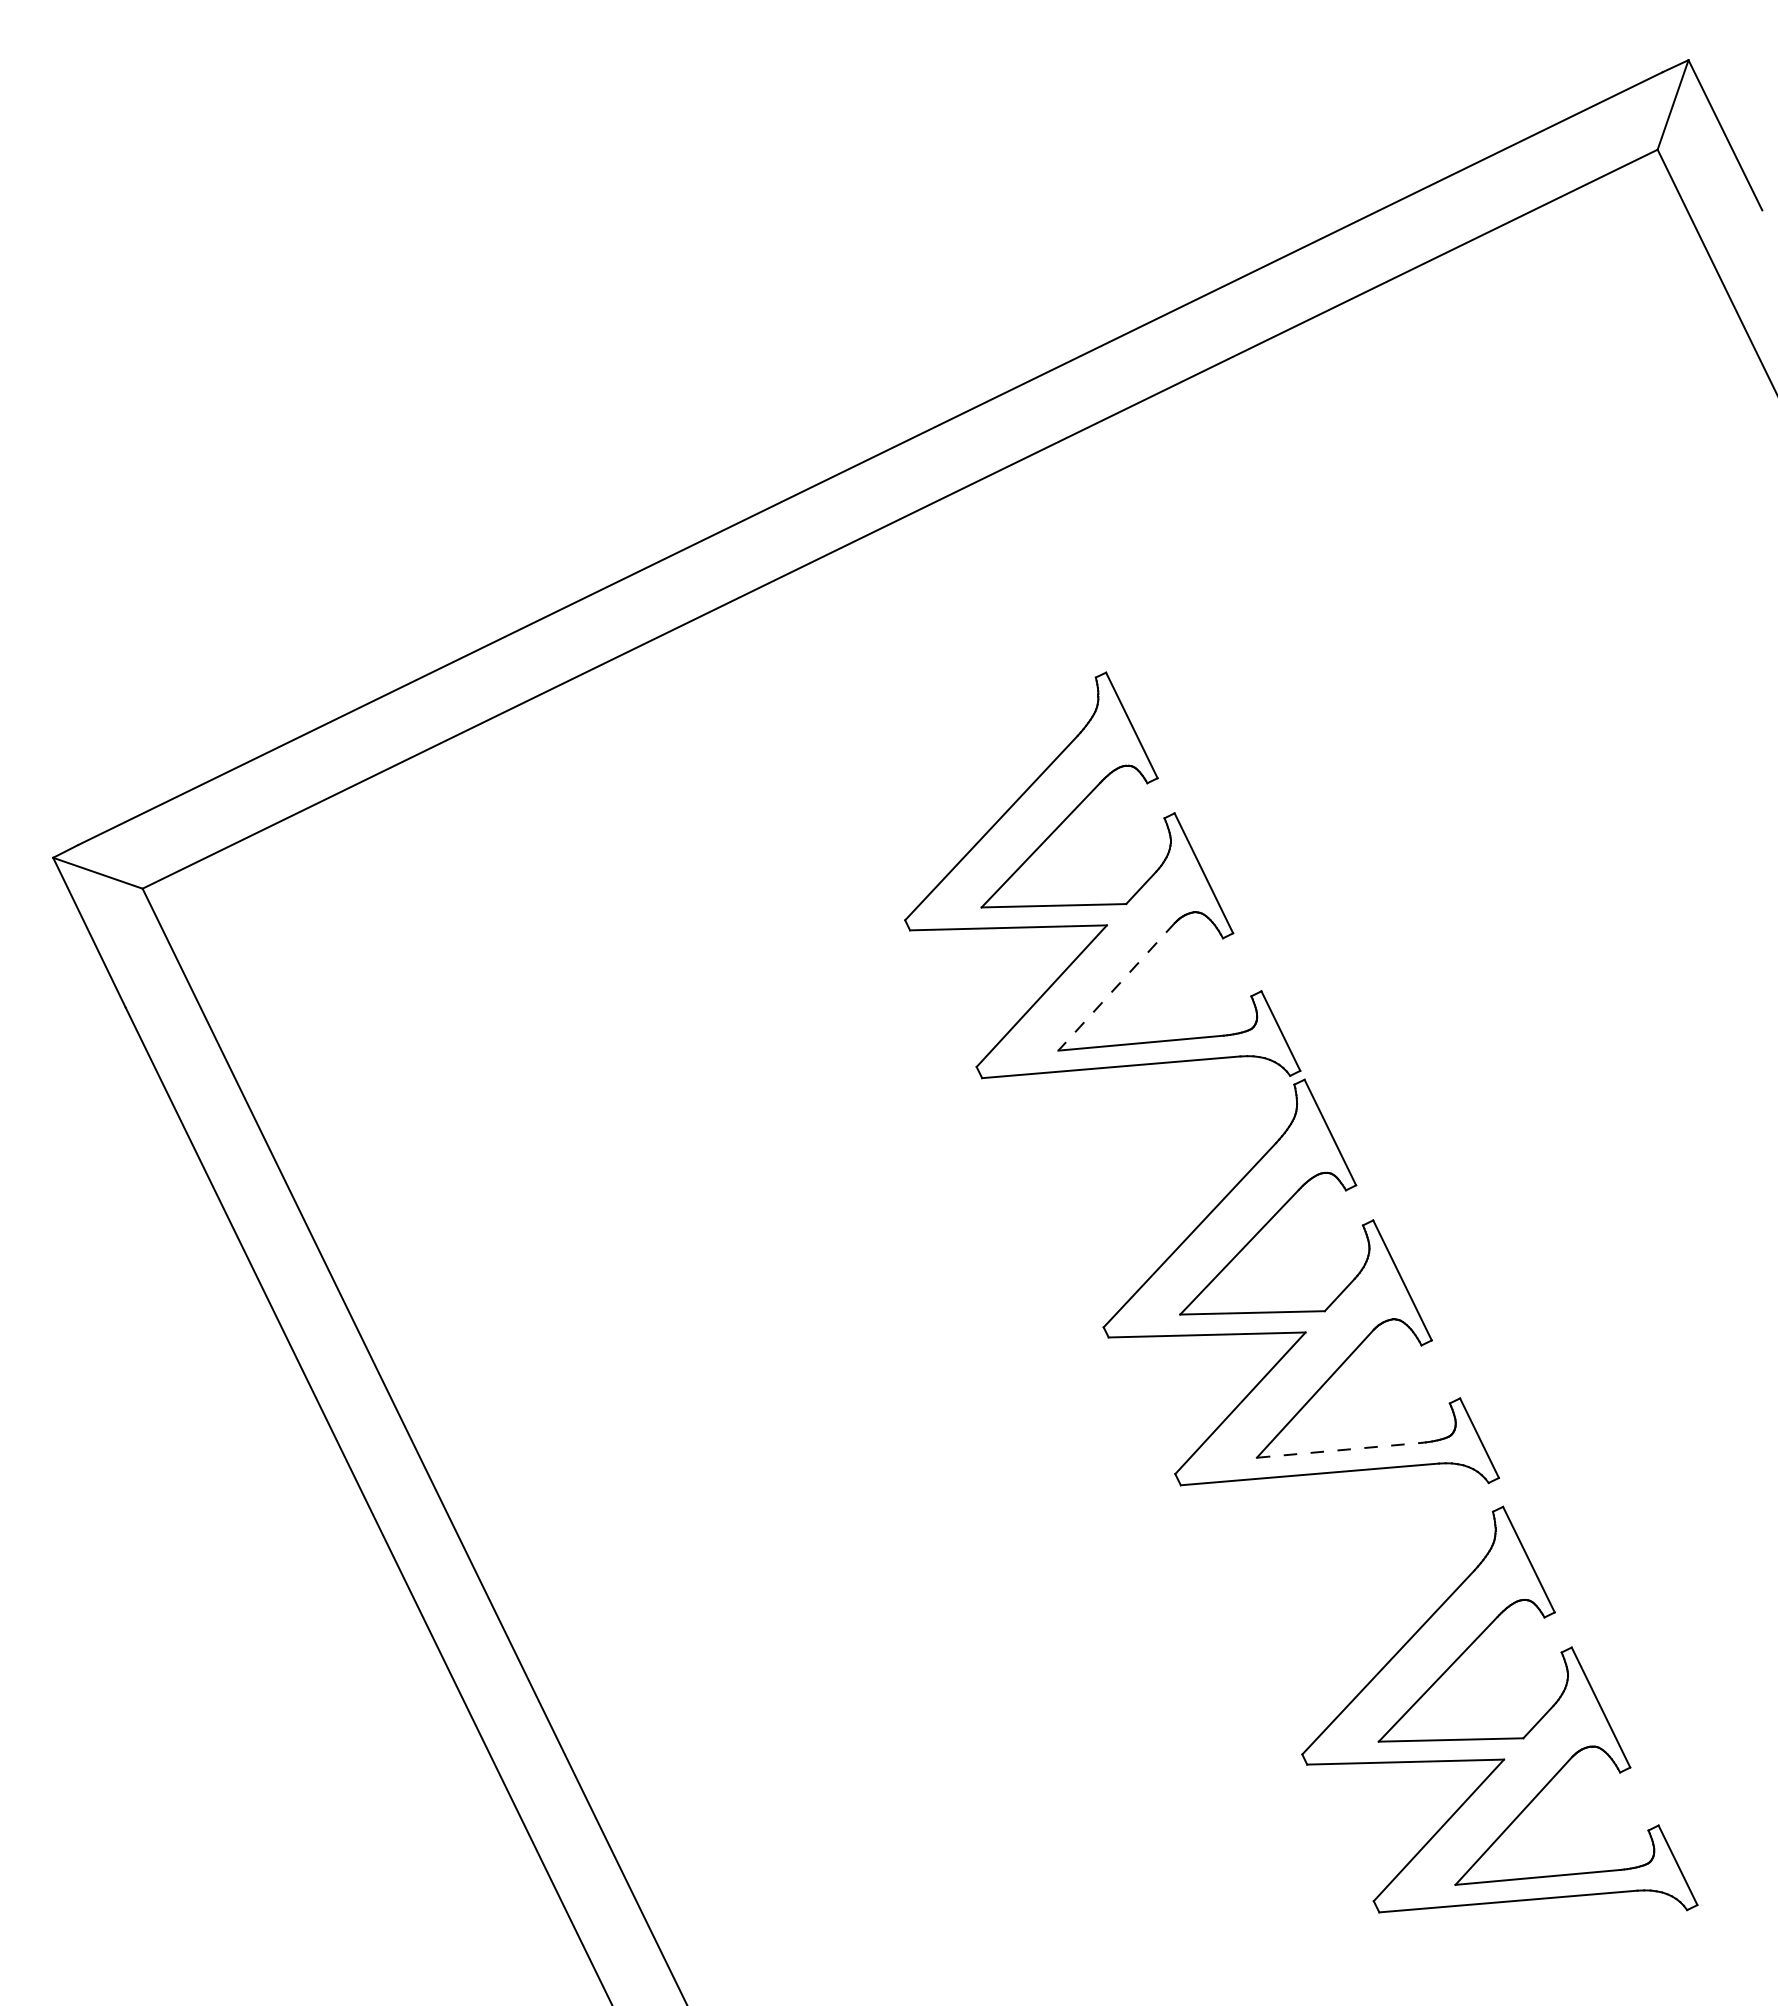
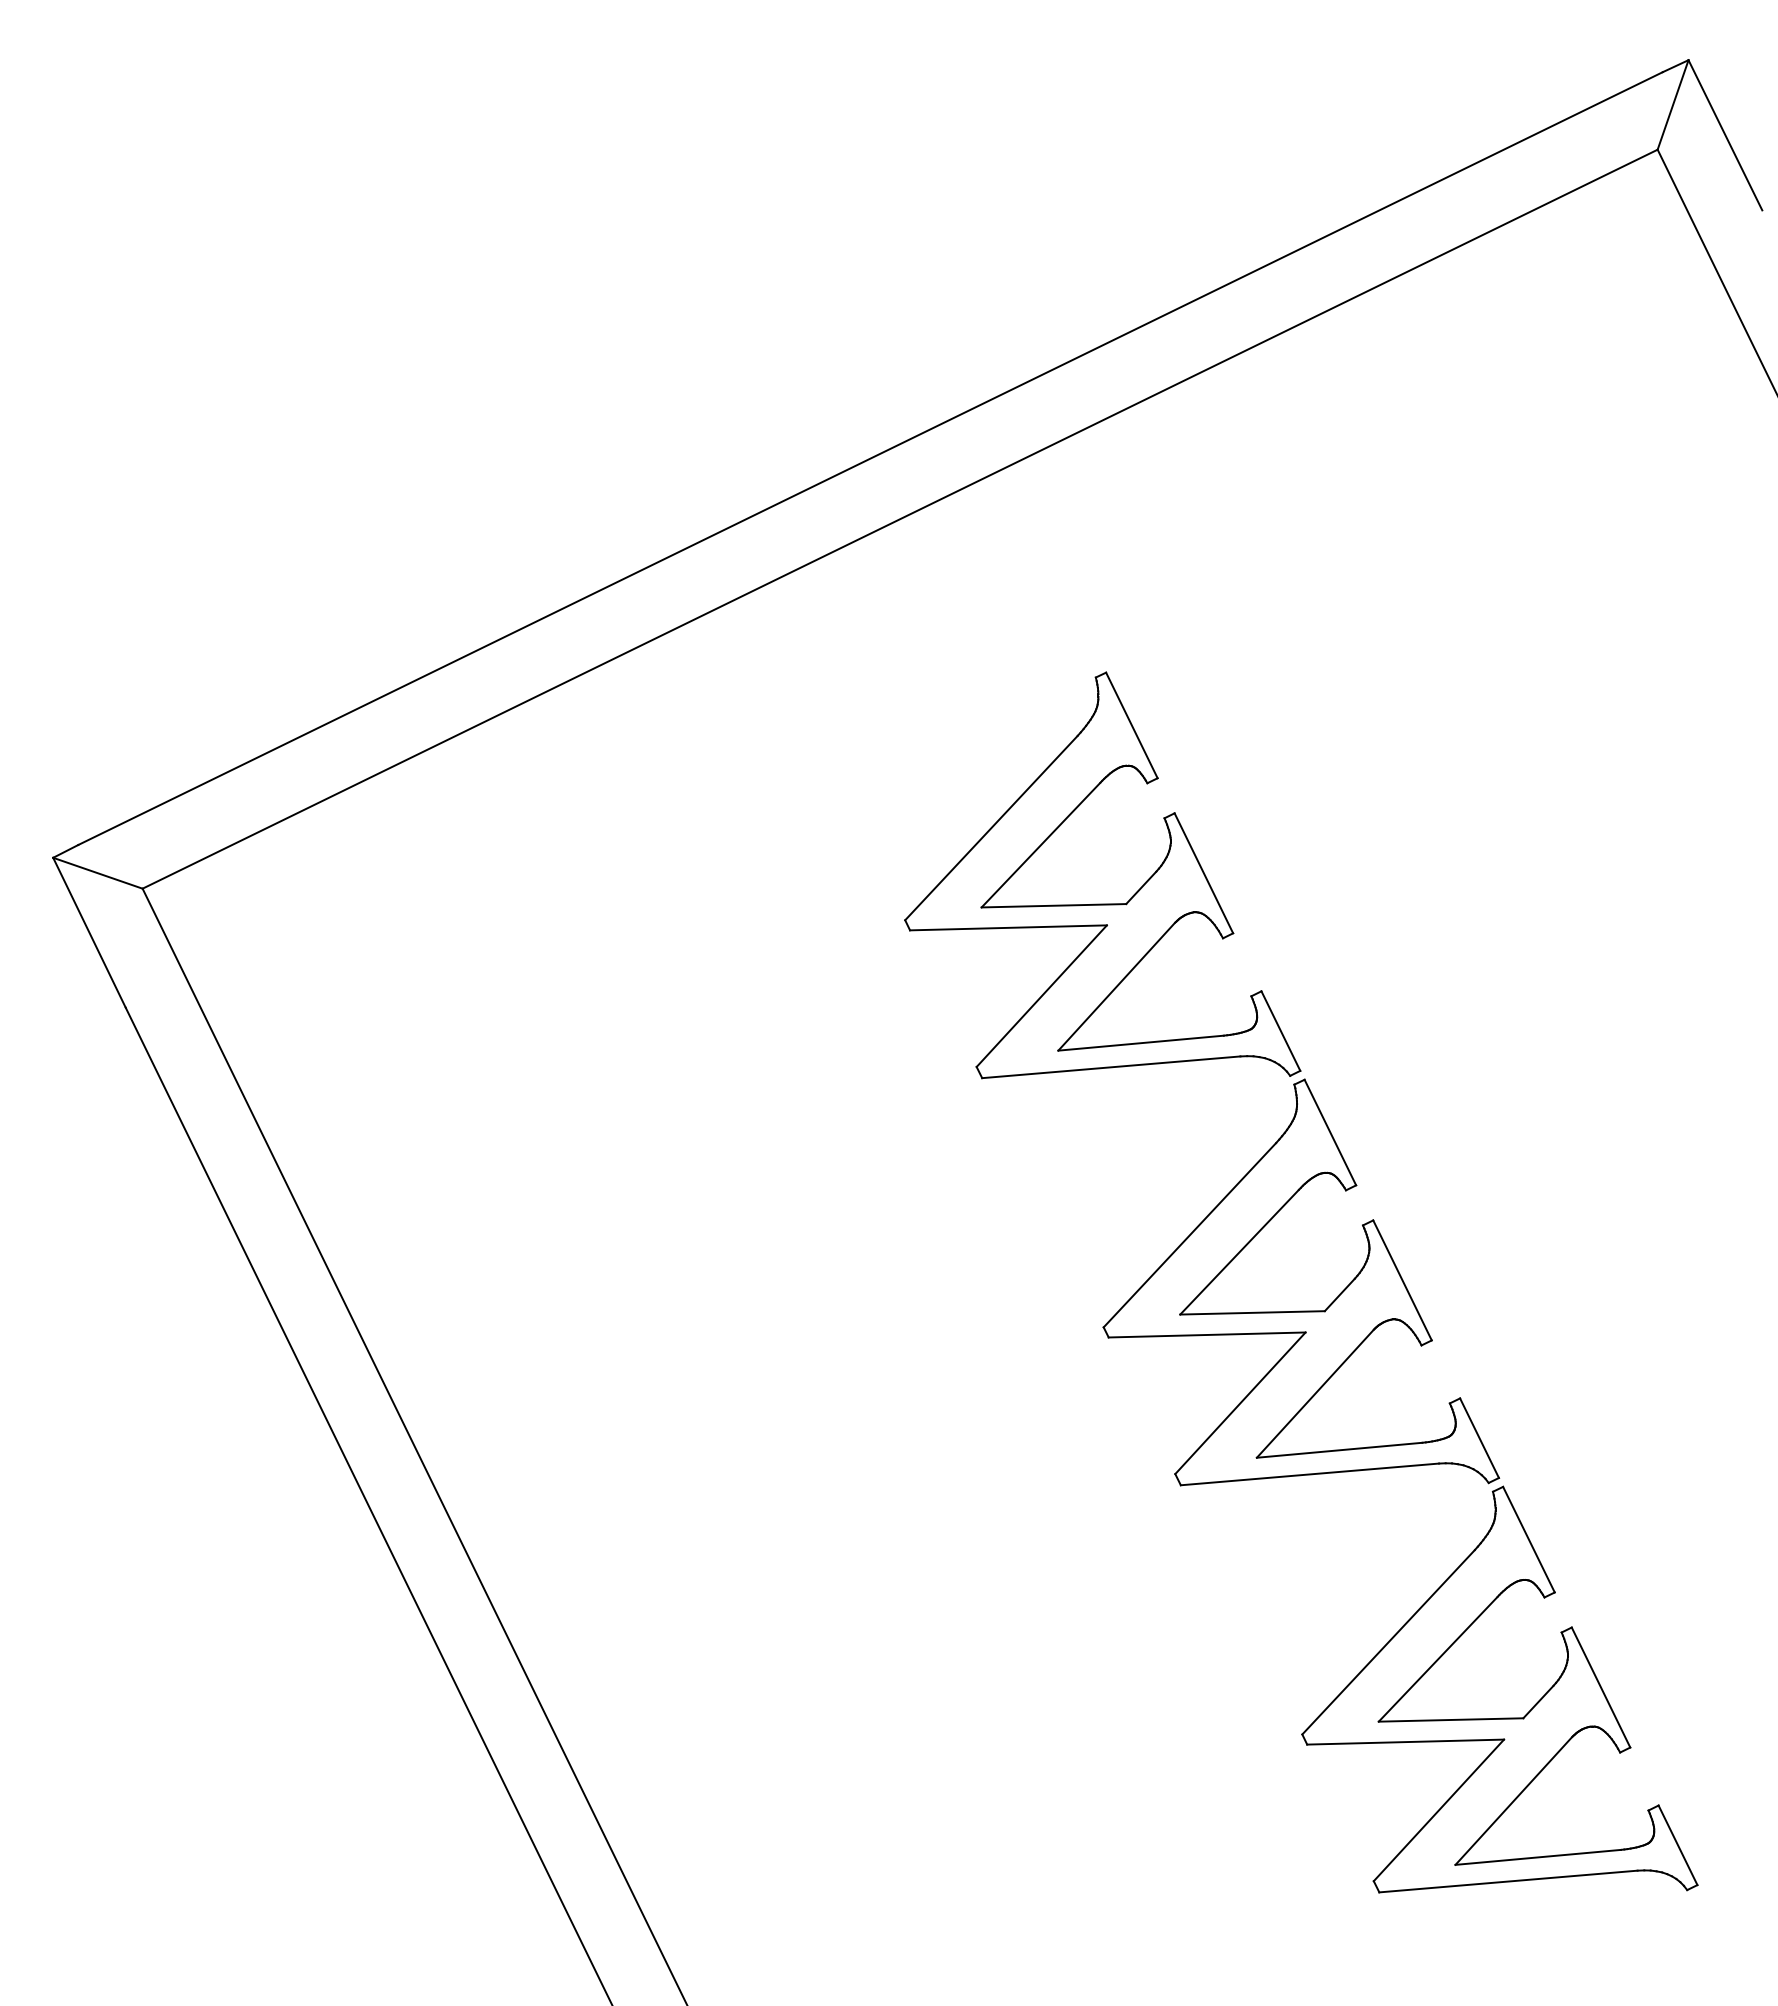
line at (1116, 986): dashed -> solid
line at (1340, 1450): dashed -> solid
part at (1500, 1737) position: (1500, 1737) -> (1500, 1717)
